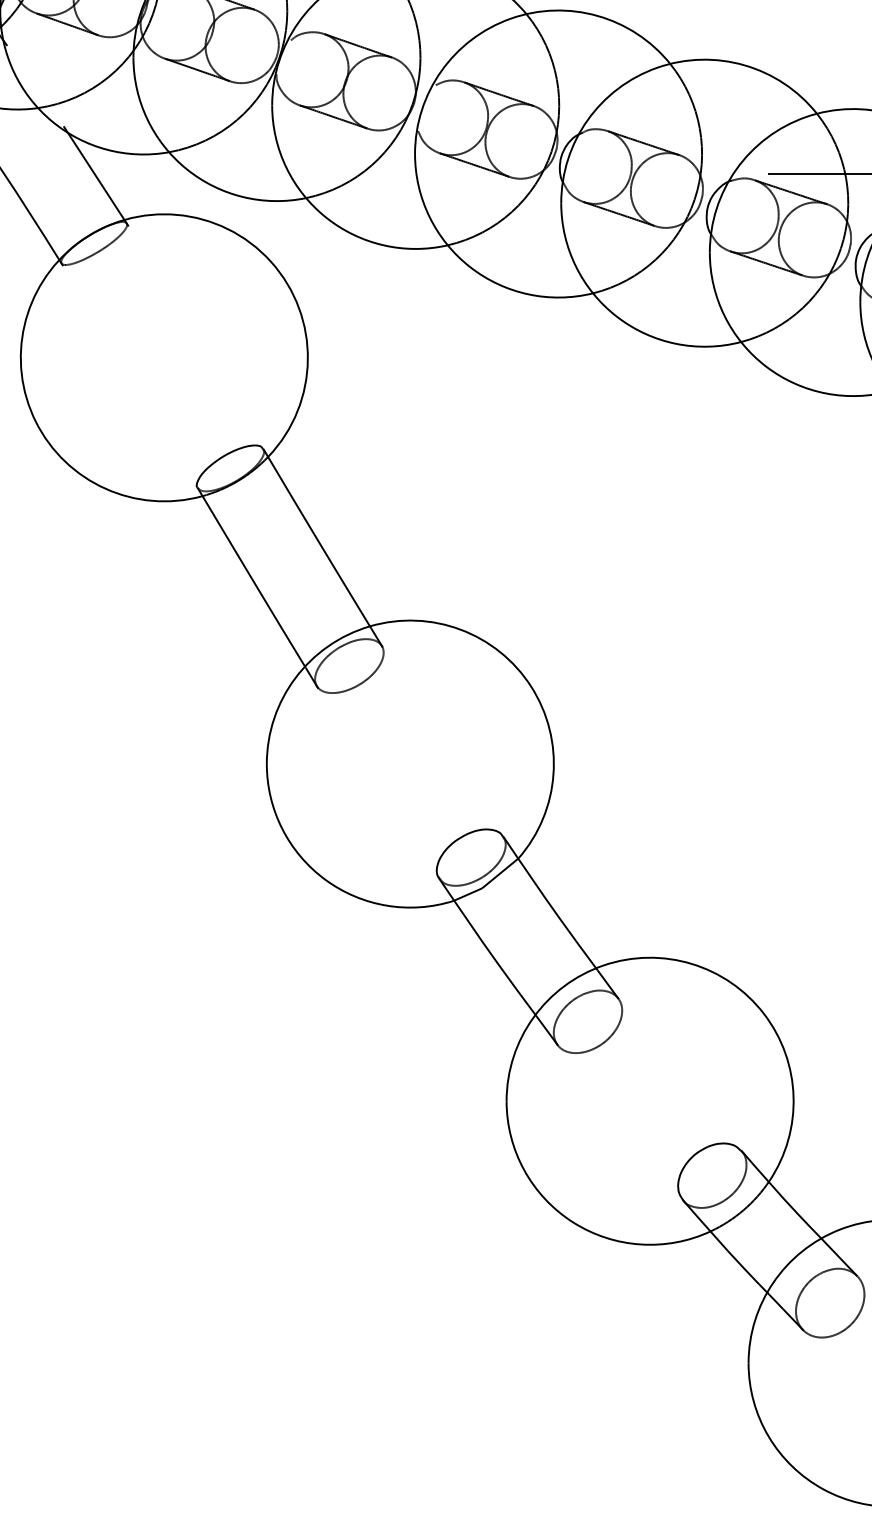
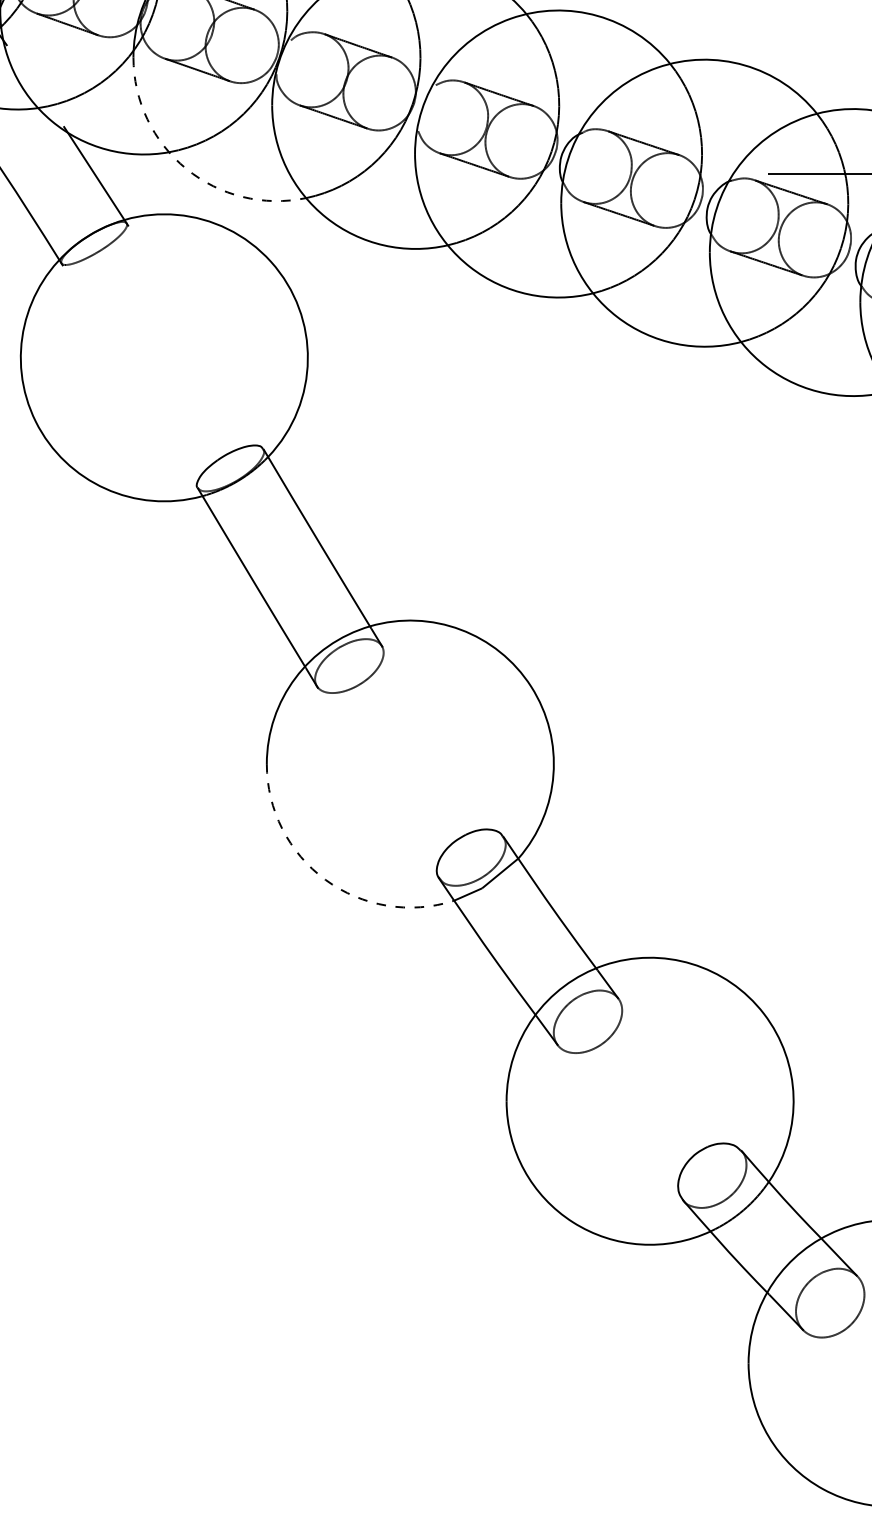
arc at (186, 168): solid -> dashed
arc at (325, 879): solid -> dashed
